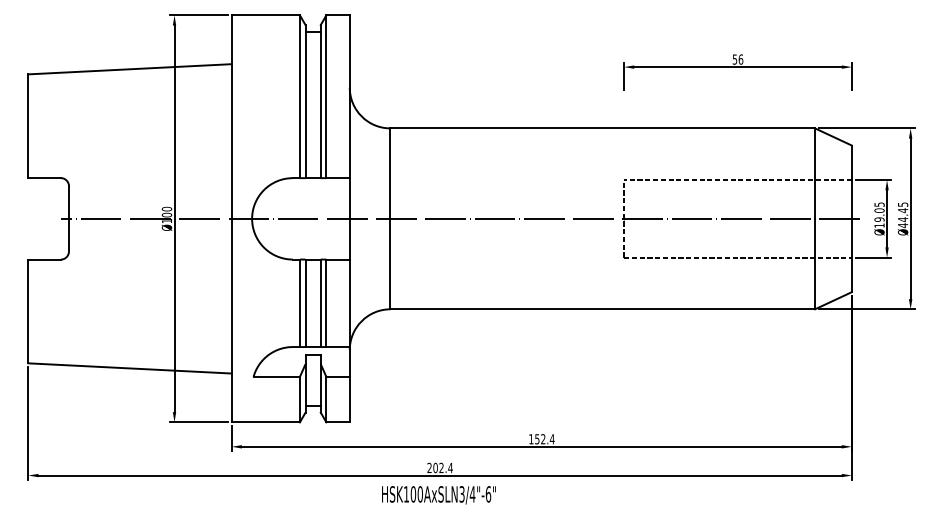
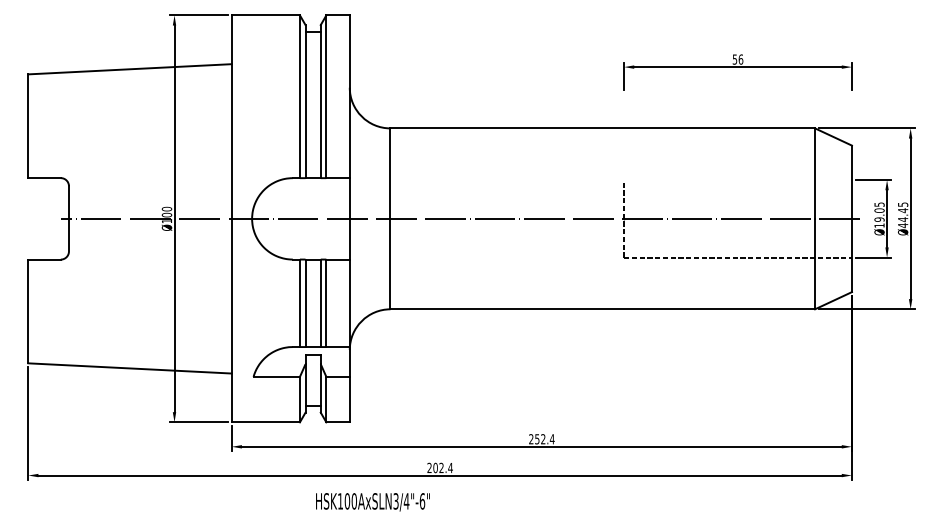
line at (737, 180): present -> none
text at (531, 439): 152.4 -> 252.4
text at (438, 495) position: (438, 495) -> (372, 502)
